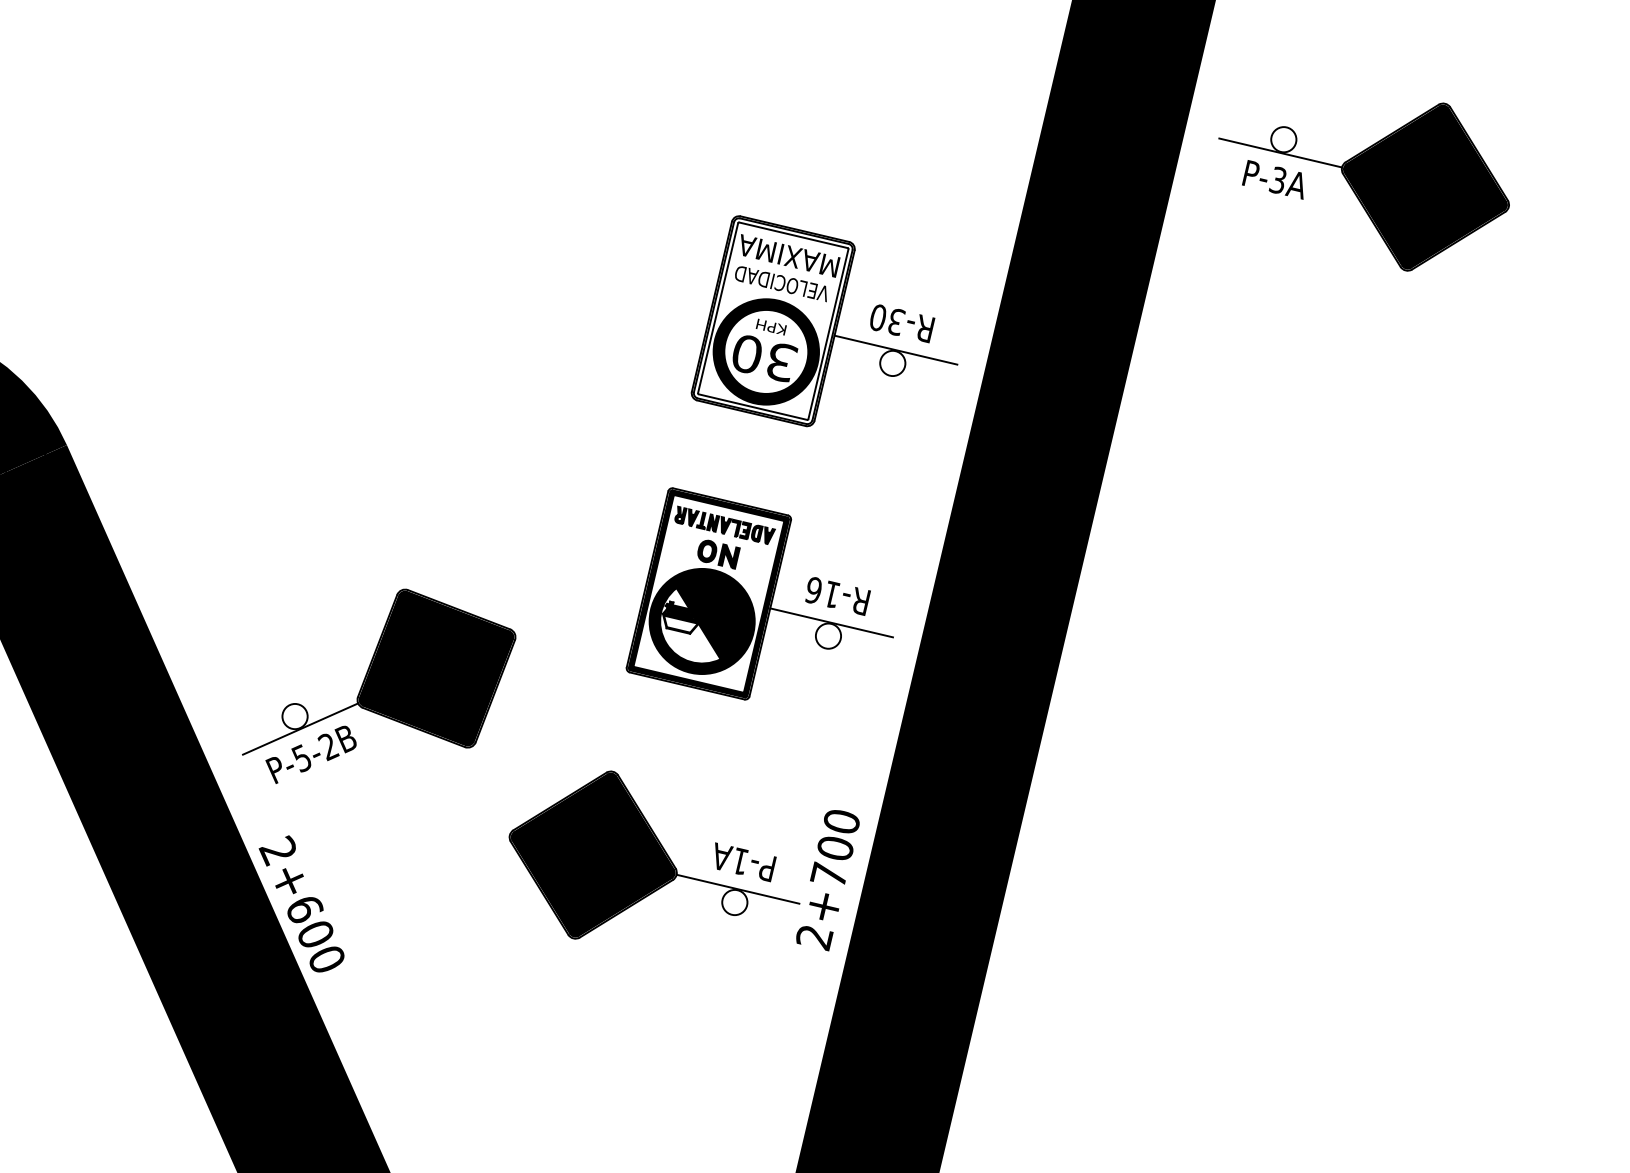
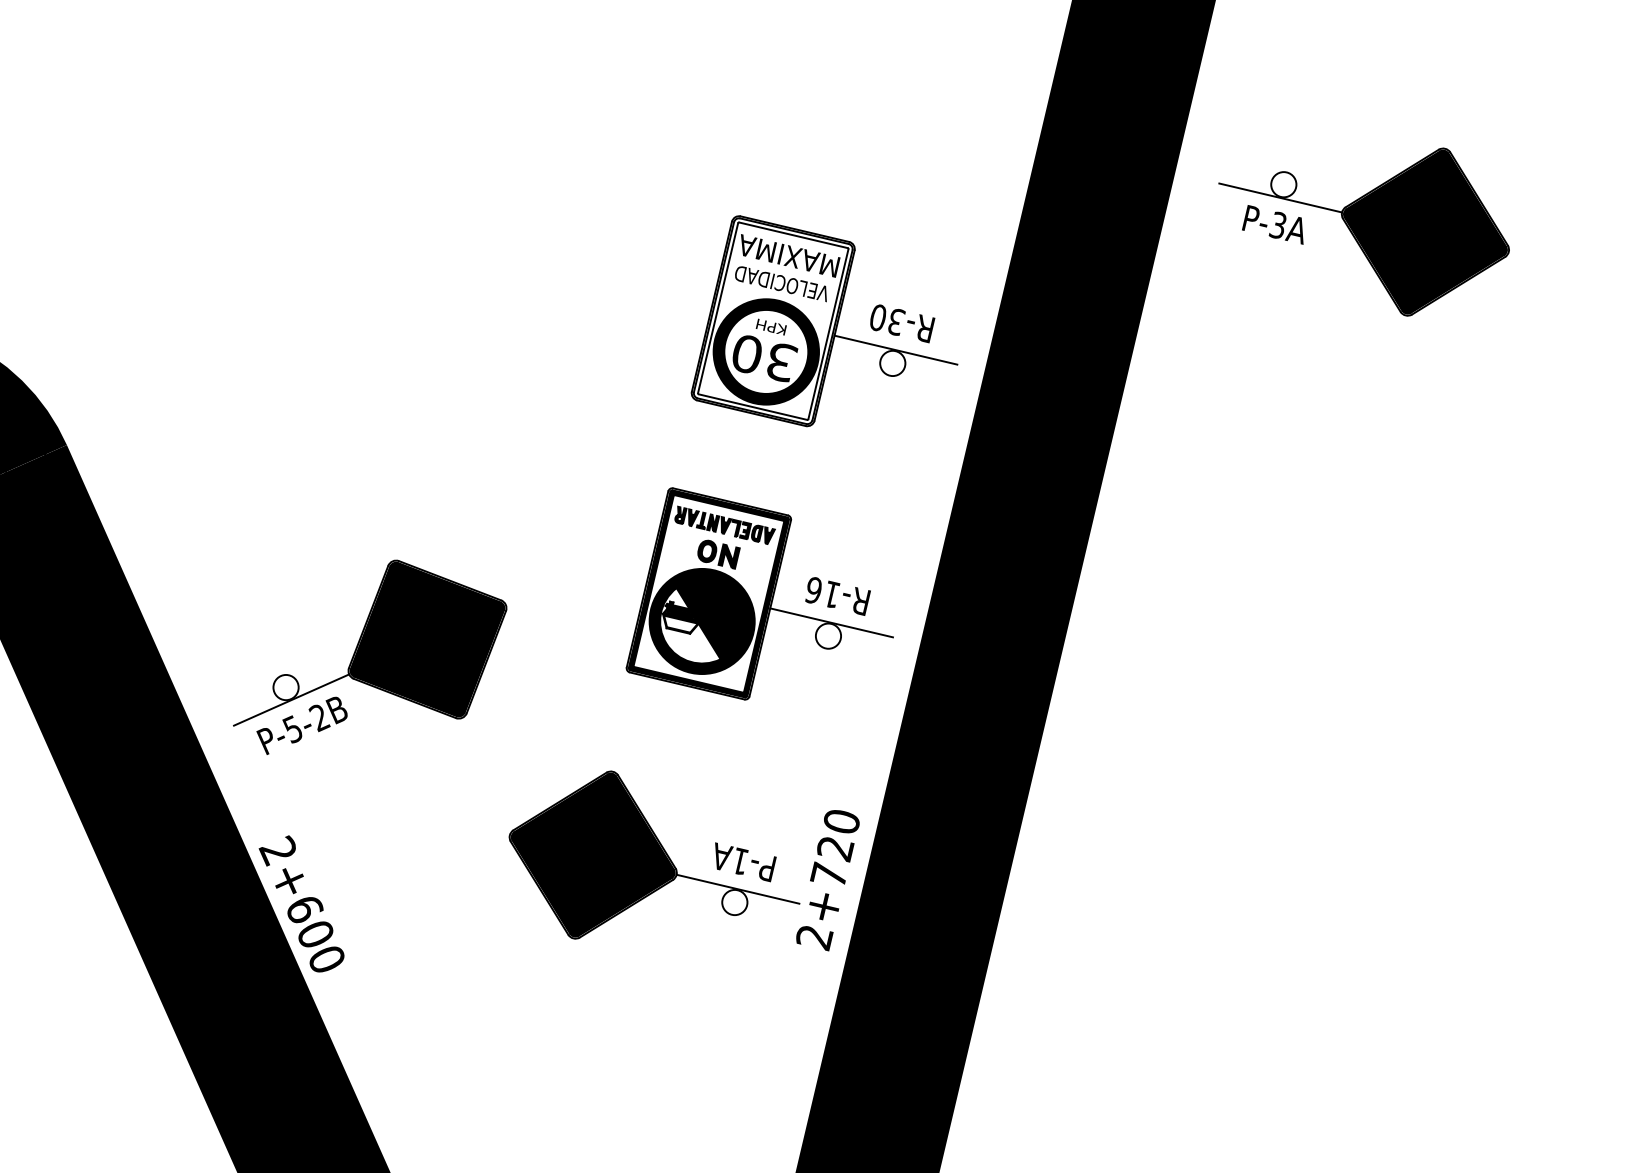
part at (1363, 186) position: (1363, 186) -> (1363, 231)
part at (379, 685) position: (379, 685) -> (370, 656)
text at (835, 849): 2+700 -> 2+720
